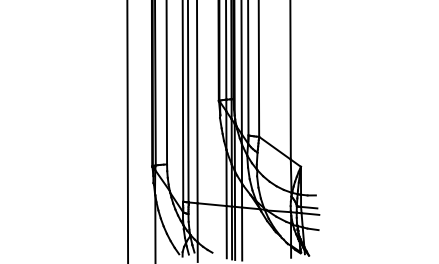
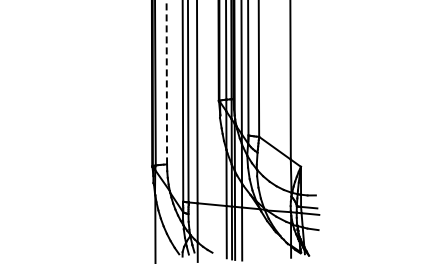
line at (166, 82): solid -> dashed
line at (127, 131): present -> none
